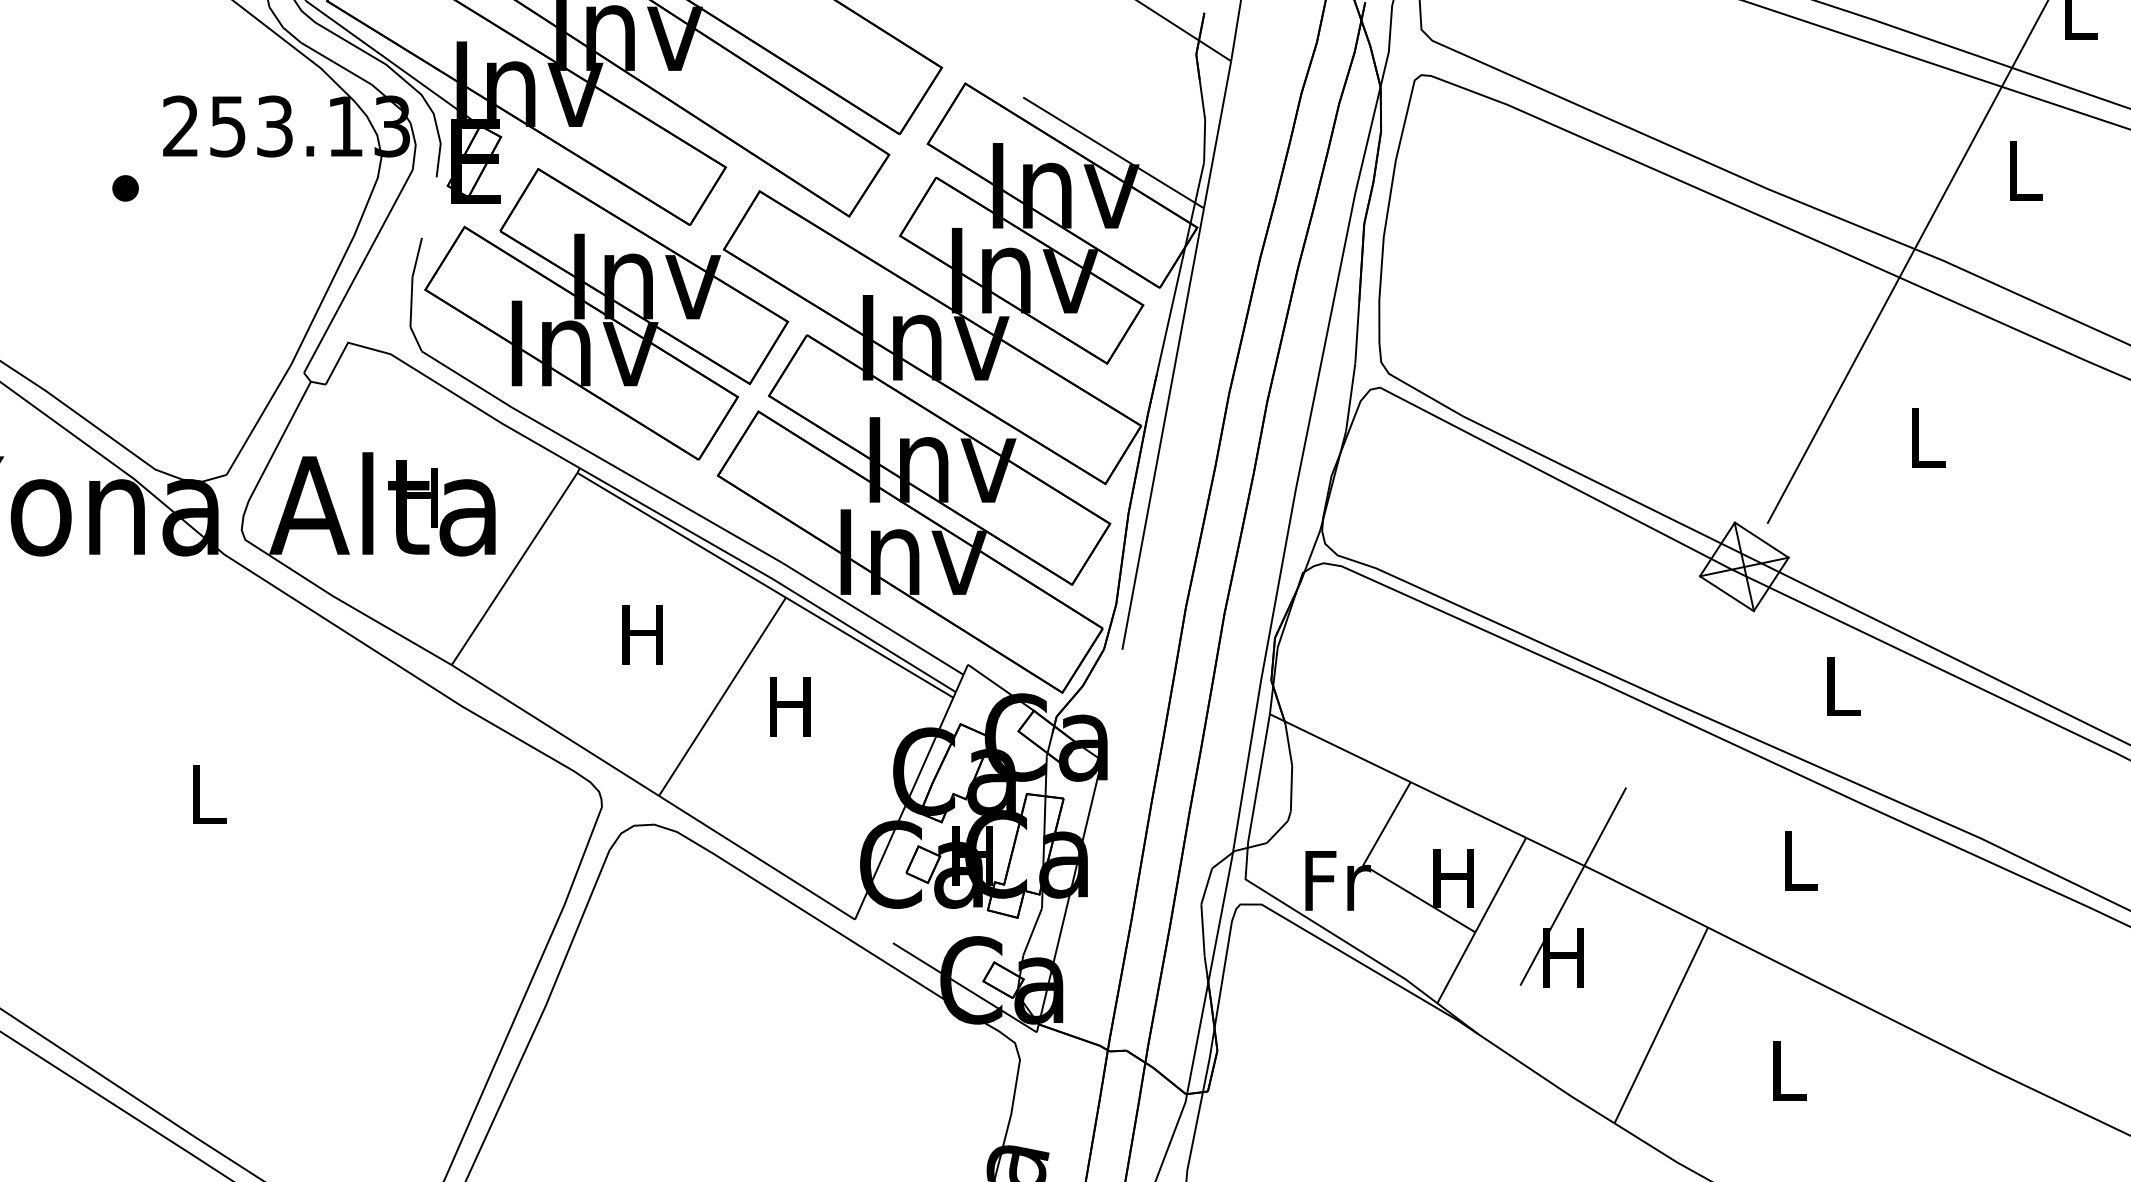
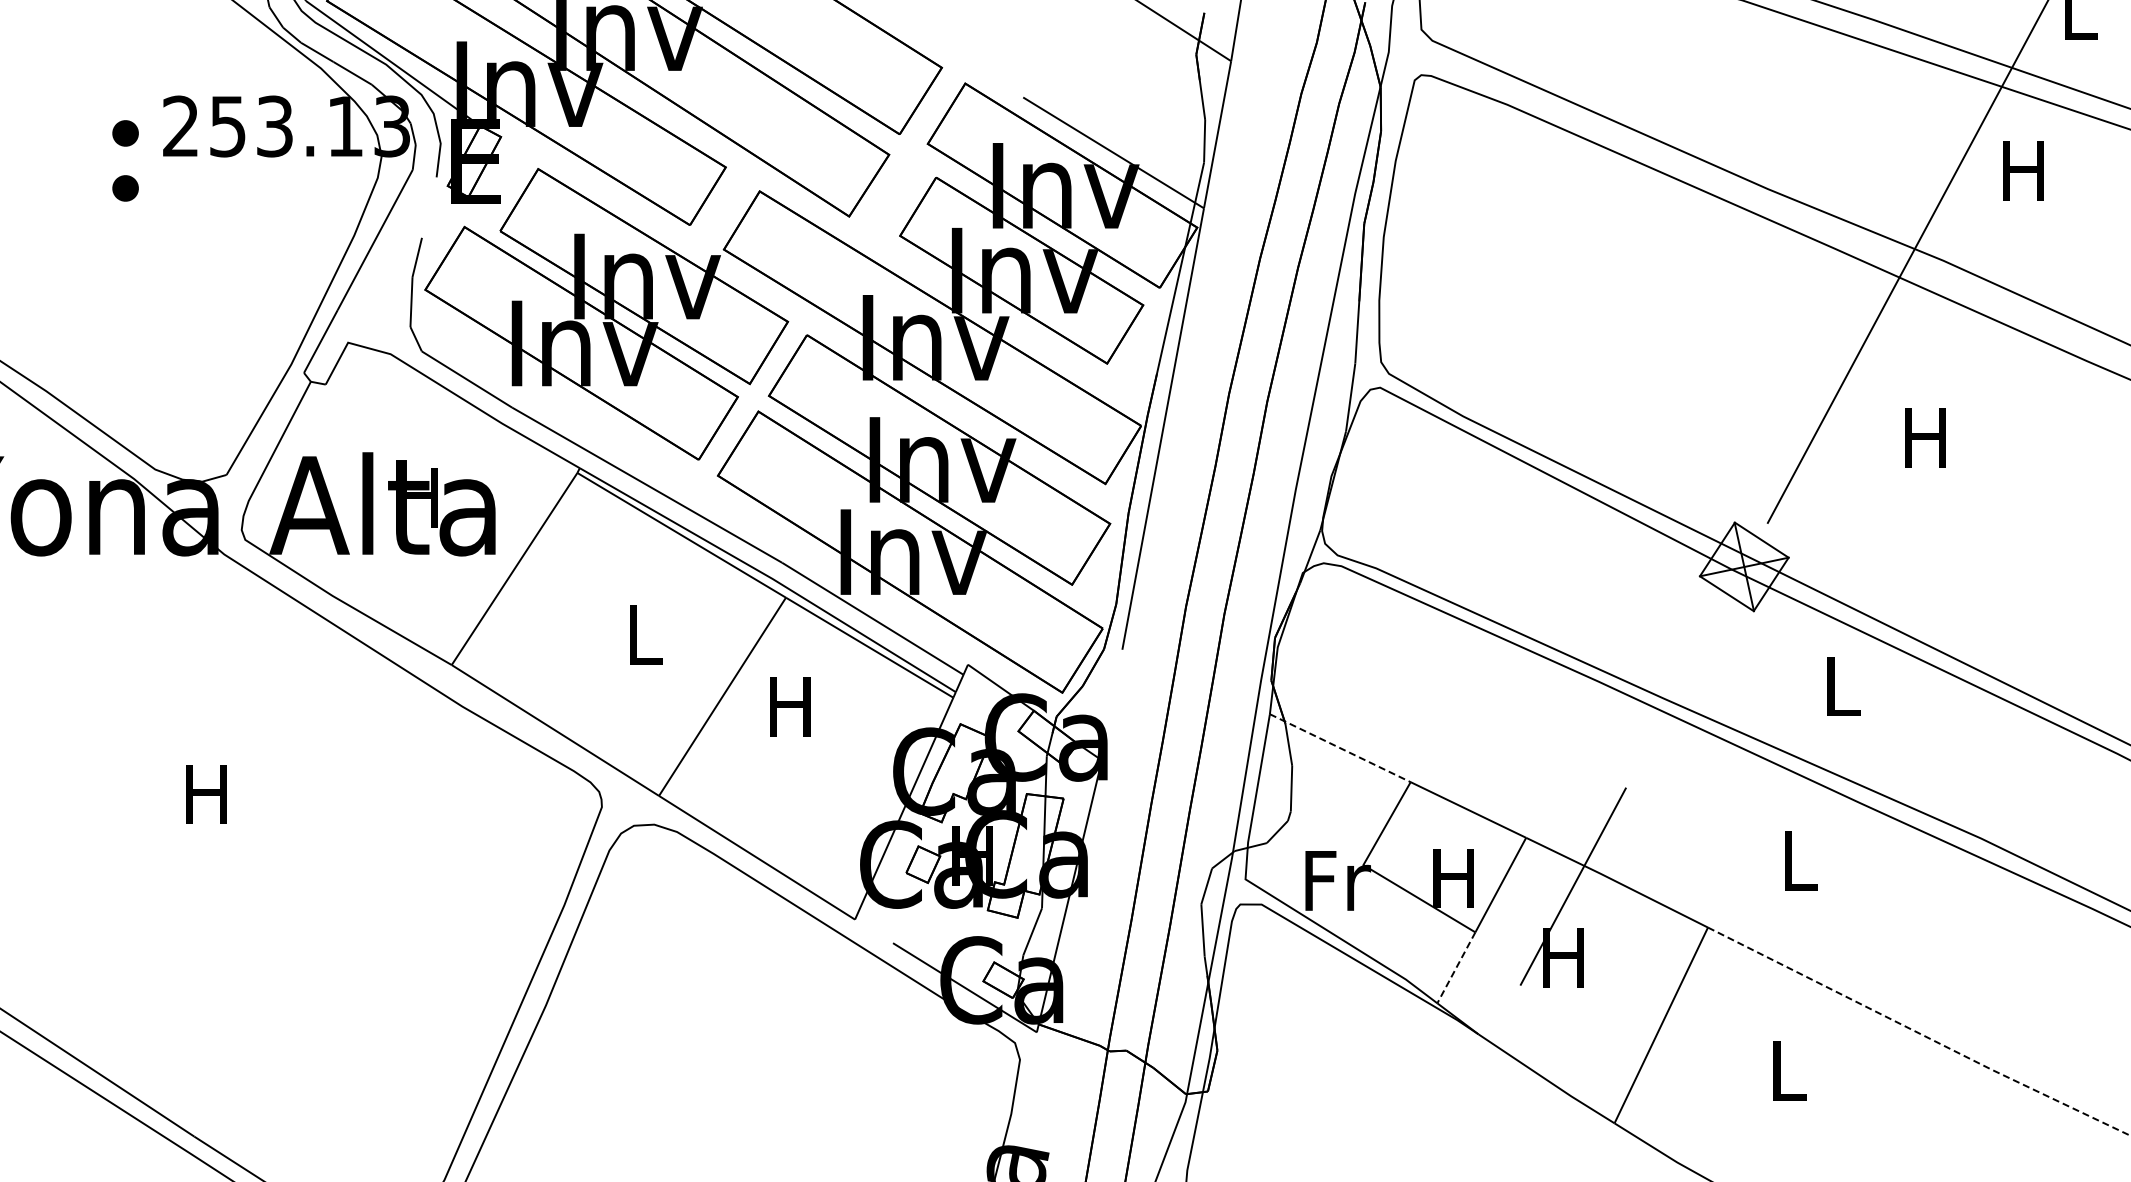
part at (125, 133): none -> present
text at (2023, 170): L -> H
text at (1925, 437): L -> H
text at (642, 634): H -> L
line at (1340, 748): solid -> dashed
text at (206, 794): L -> H
line at (1456, 968): solid -> dashed
line at (1919, 1033): solid -> dashed
